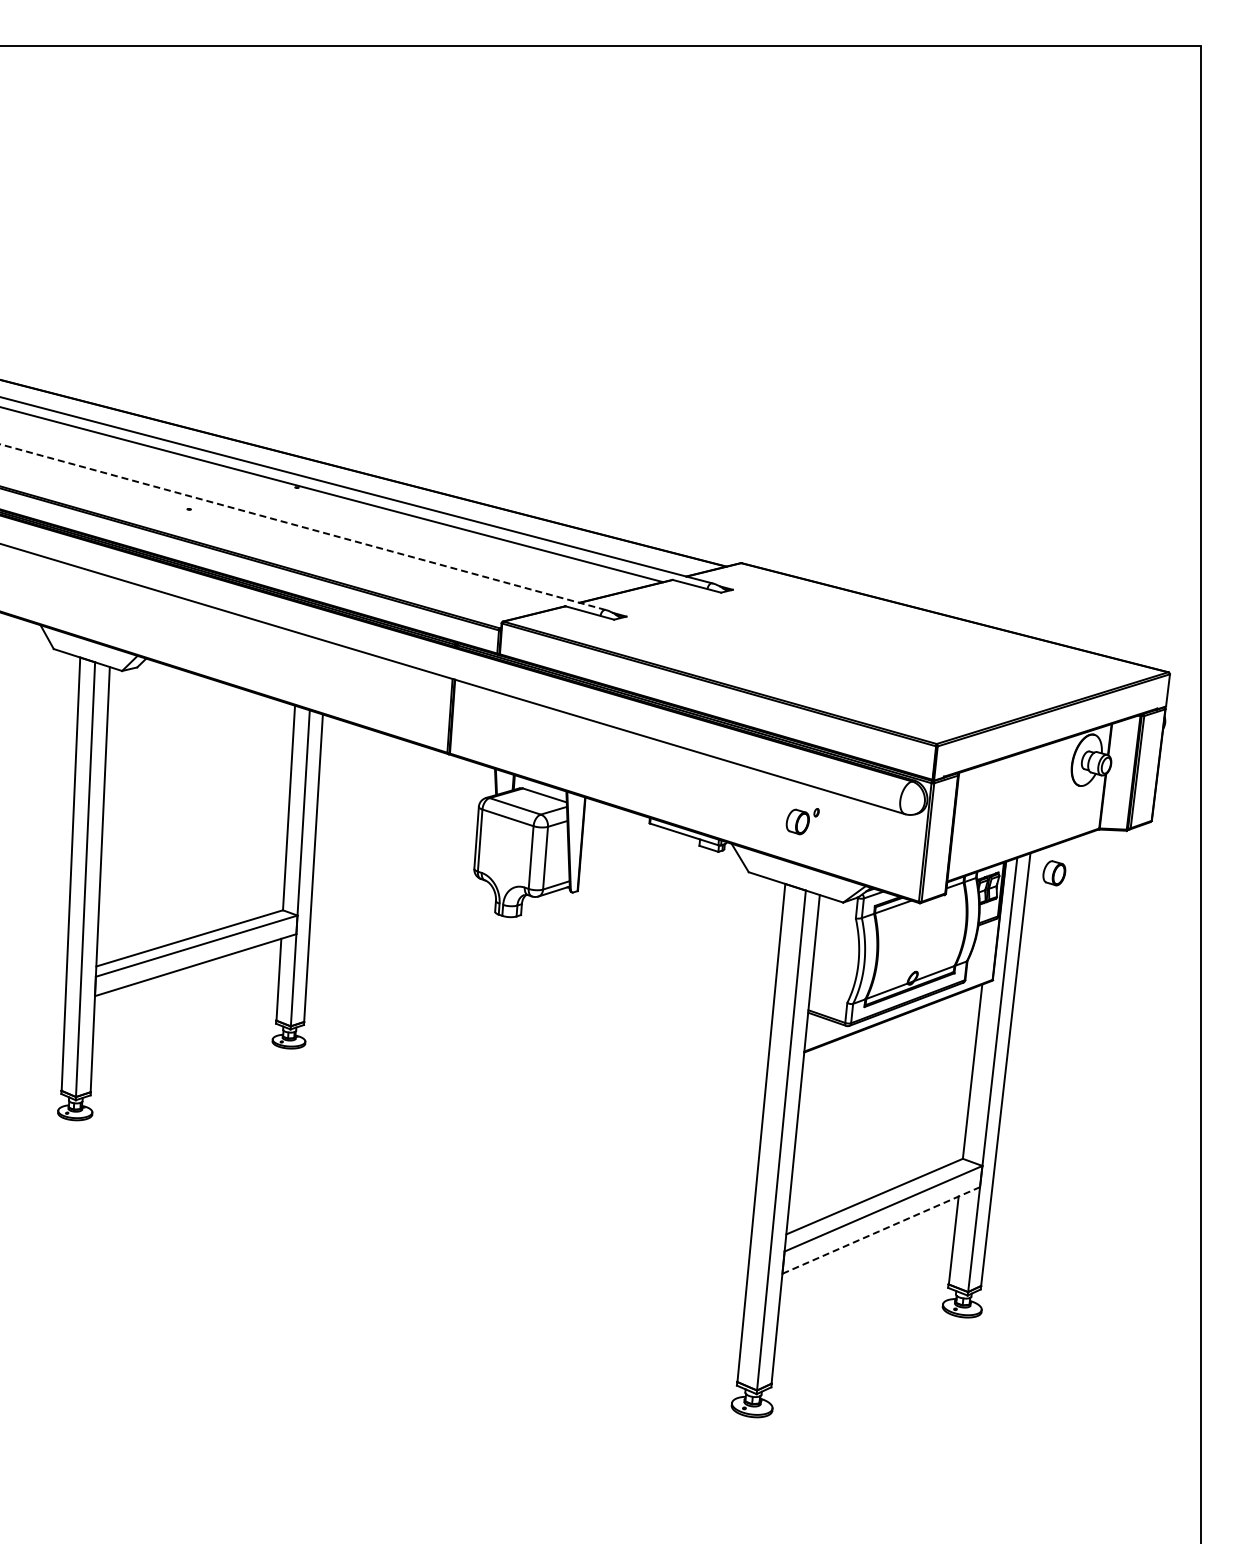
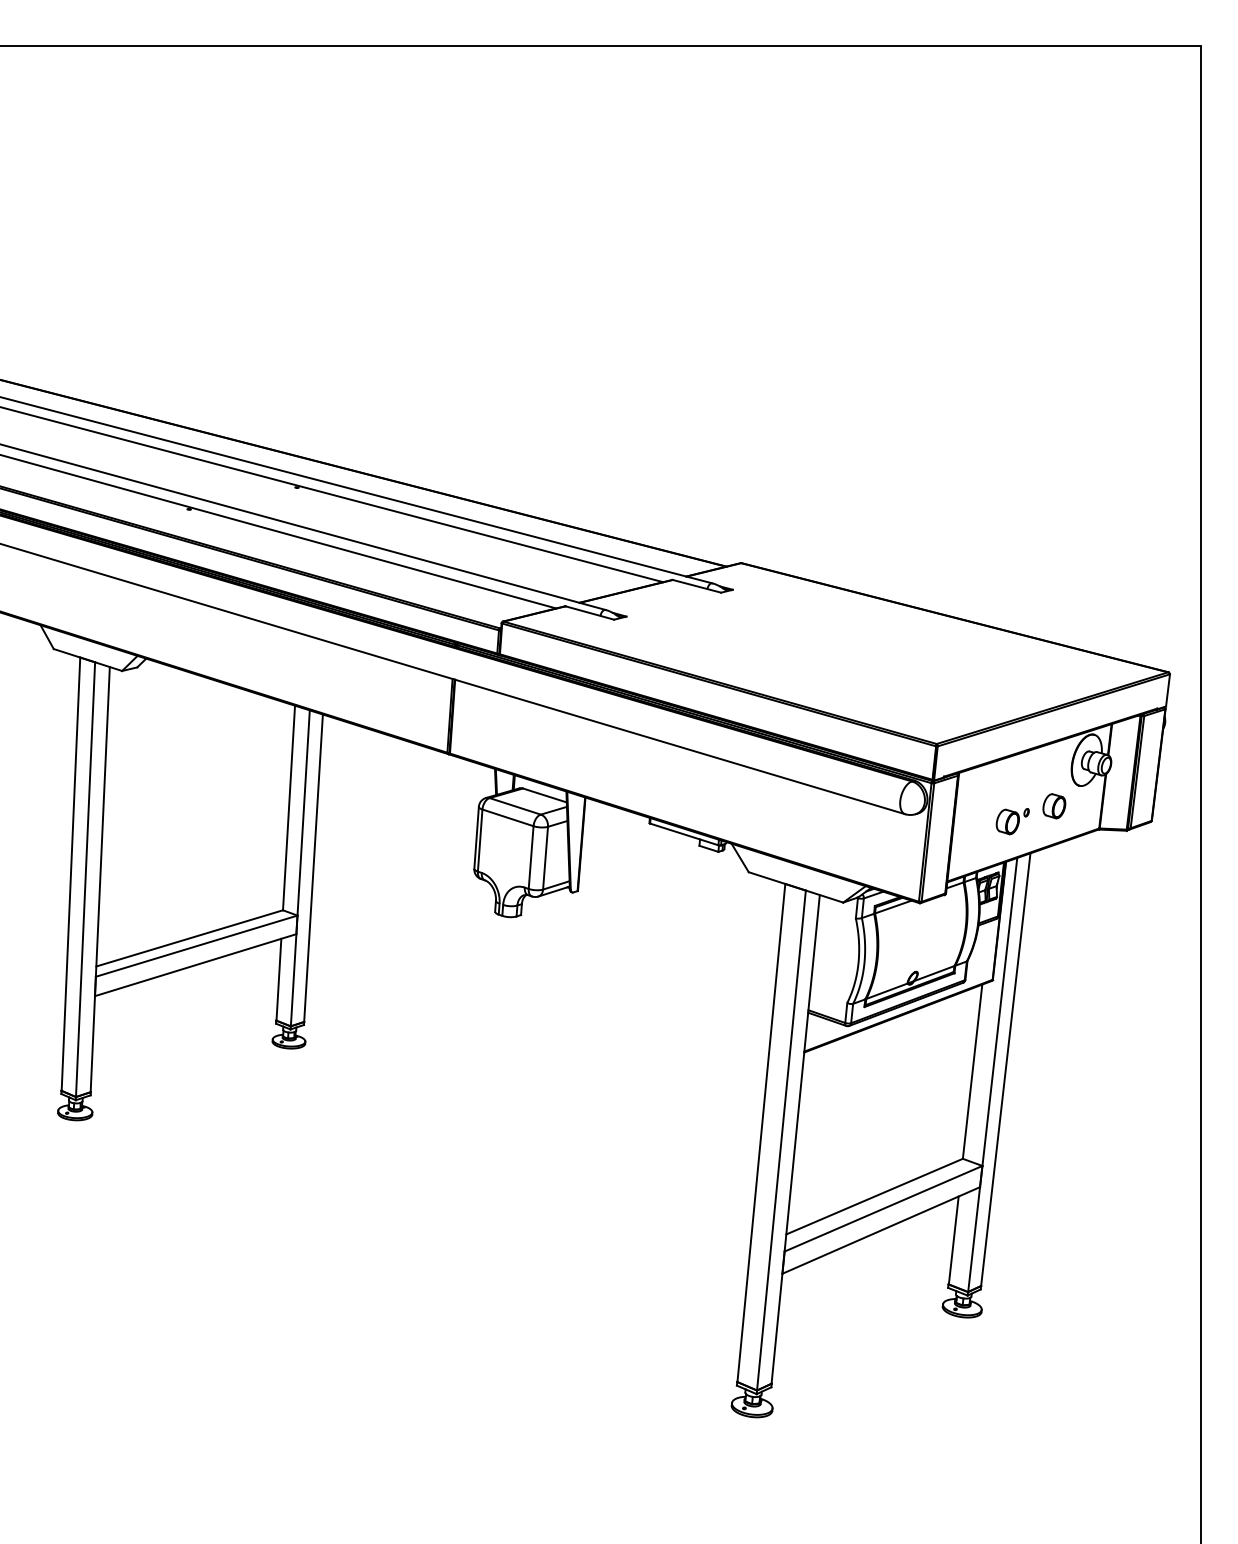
line at (302, 527): dashed -> solid
line at (279, 531): none -> present
part at (802, 821) position: (802, 821) -> (1012, 821)
part at (1054, 873) position: (1054, 873) -> (1054, 806)
line at (881, 1230): dashed -> solid
